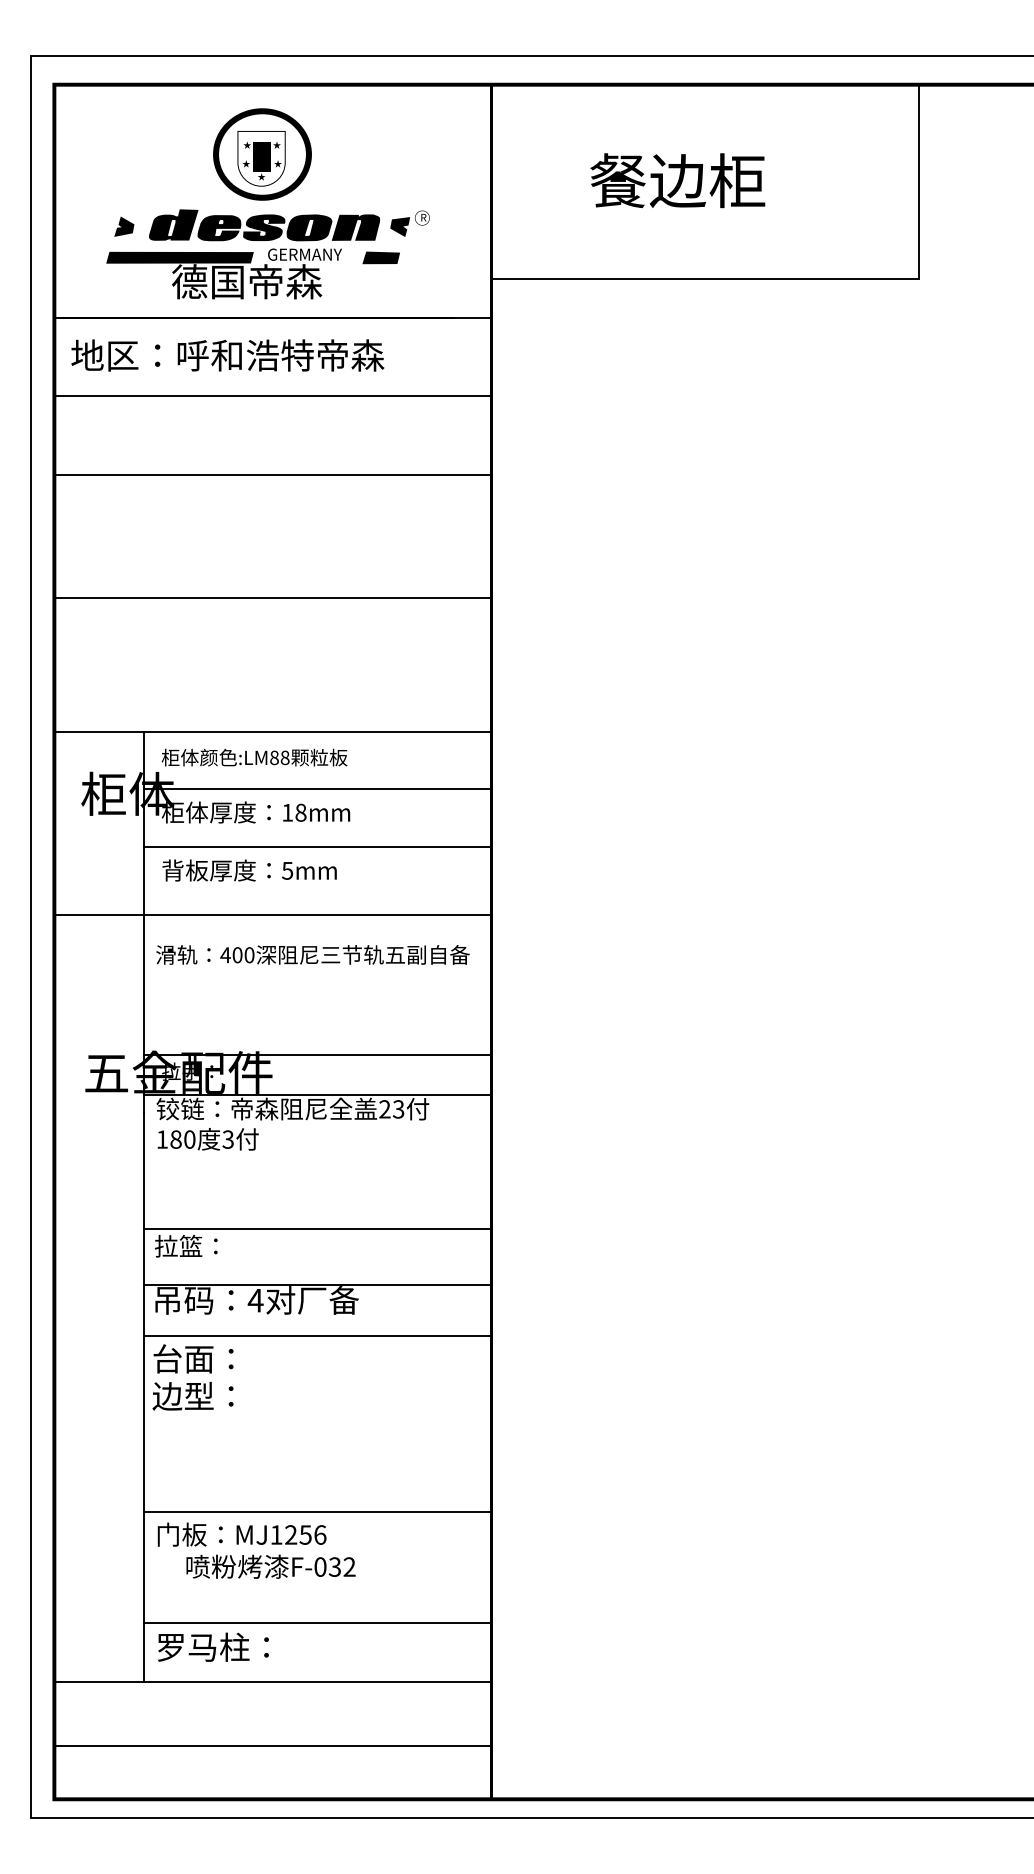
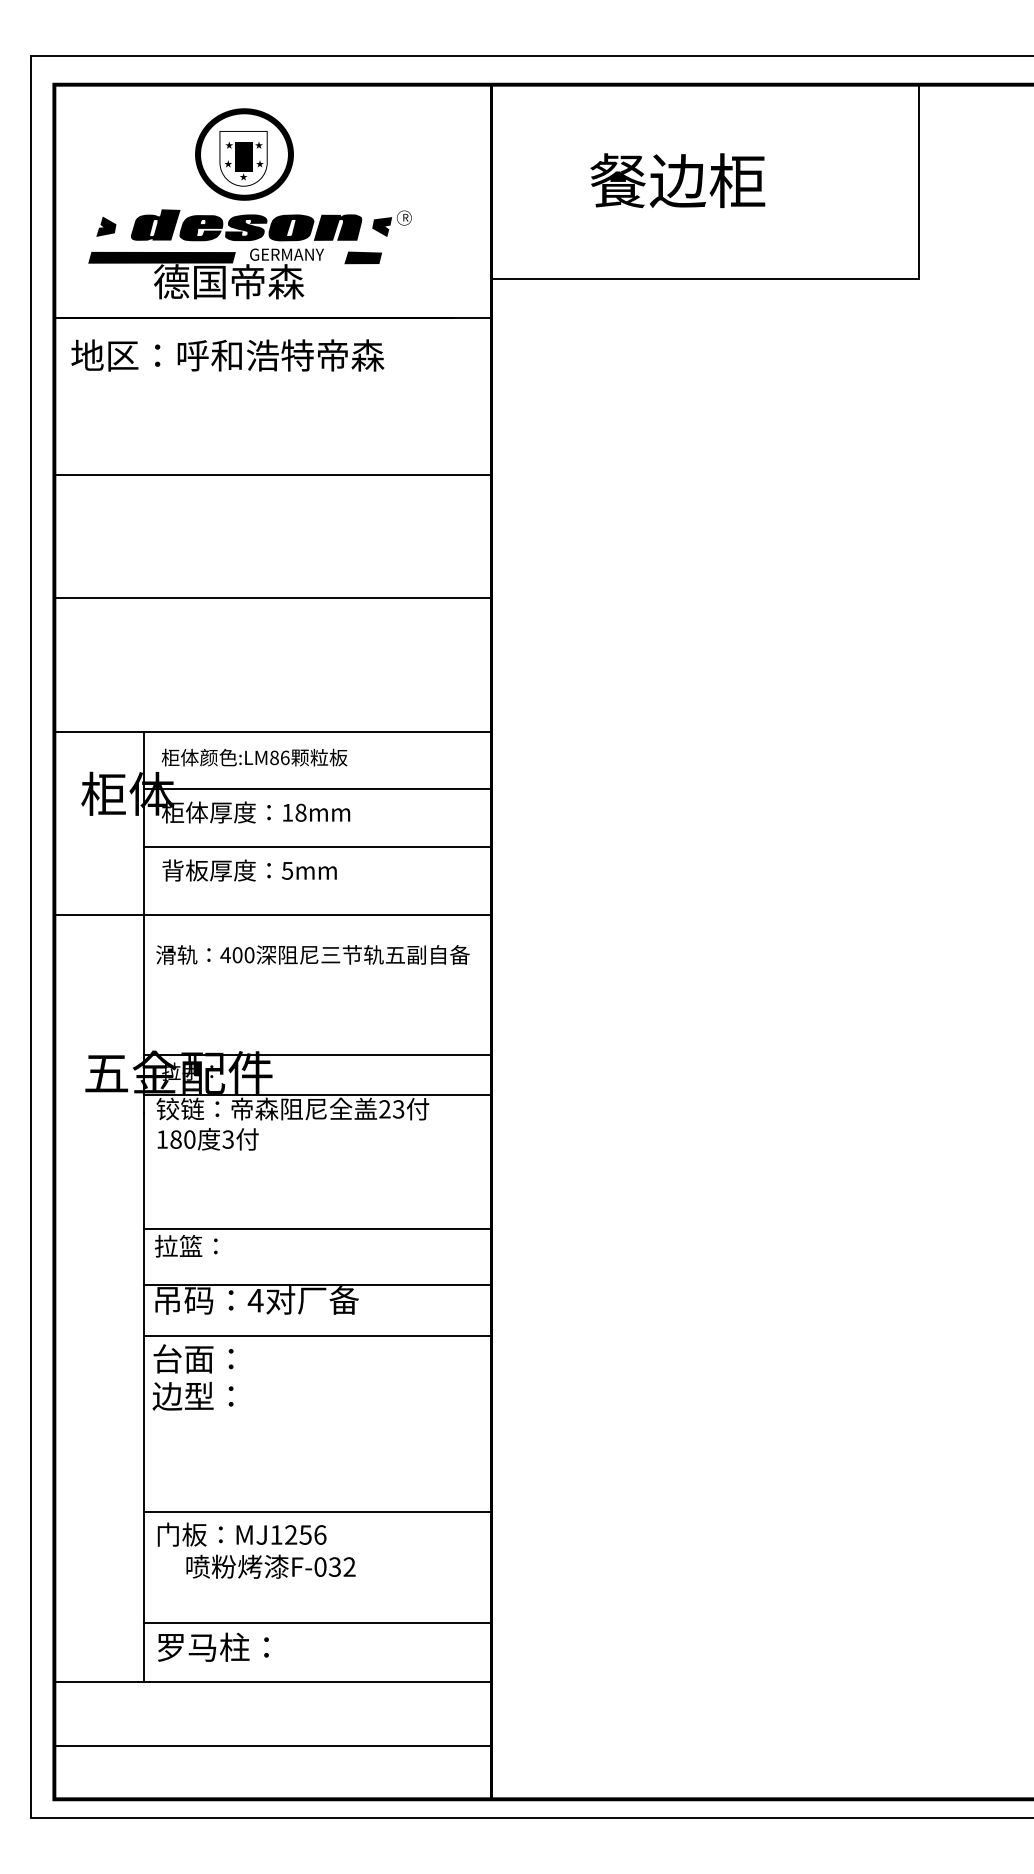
text at (267, 203) position: (267, 203) -> (249, 203)
line at (272, 396): present -> none
text at (284, 757): :LM88 -> :LM86
